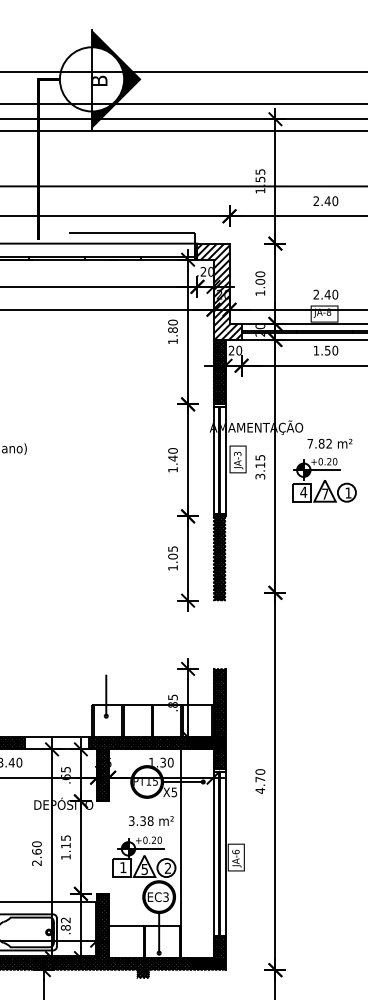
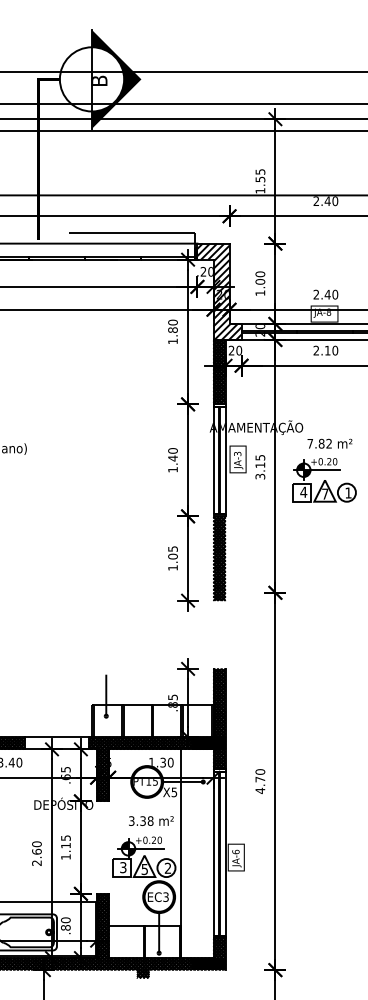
line at (183, 186) position: (183, 186) -> (183, 195)
text at (321, 350): 1.50 -> 2.10
text at (123, 867): 1 -> 3
text at (65, 920): .82 -> .80
